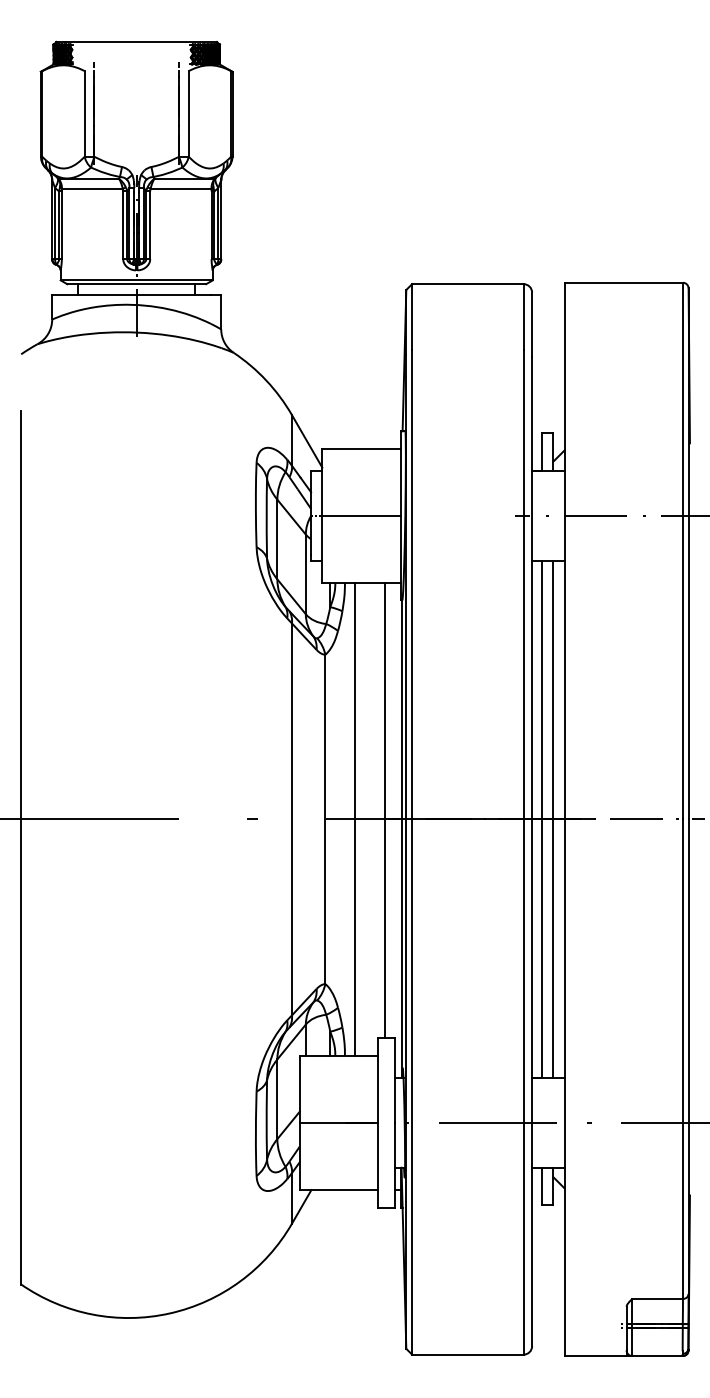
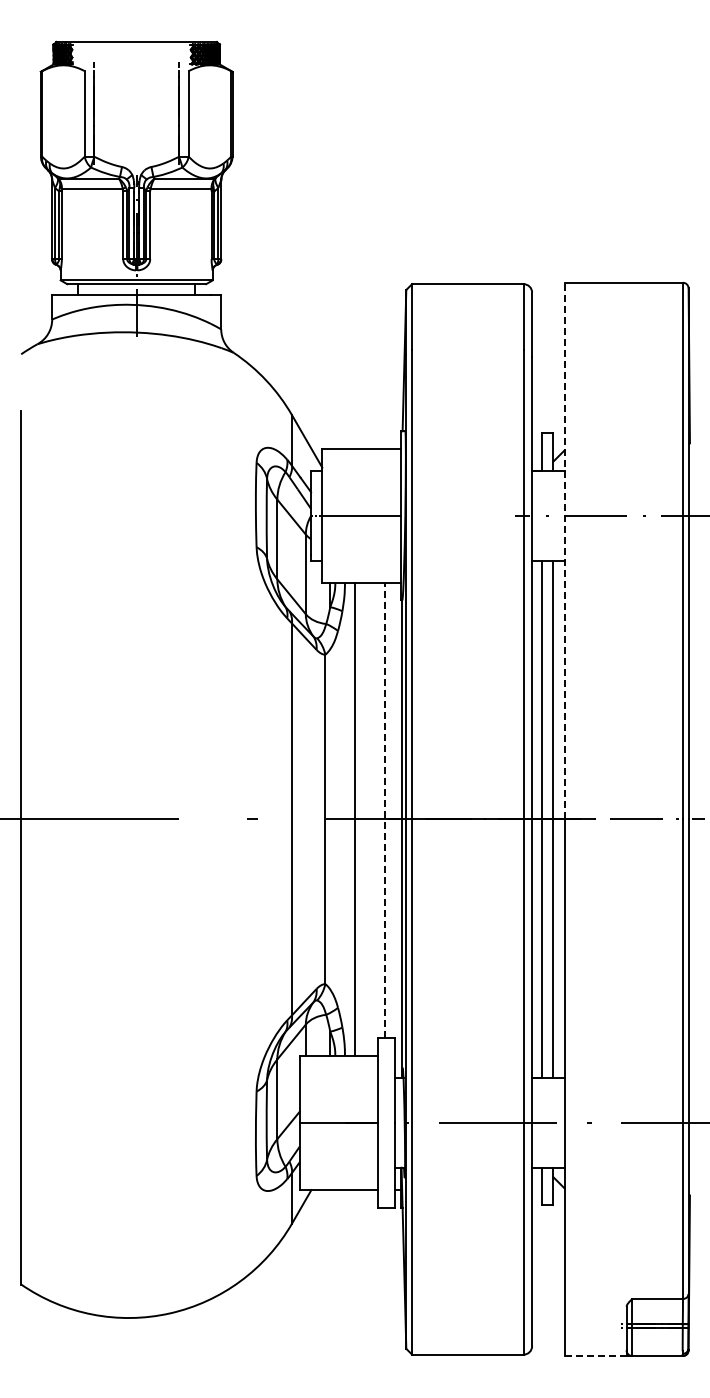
line at (564, 550): solid -> dashed
line at (384, 810): solid -> dashed
line at (595, 1356): solid -> dashed
